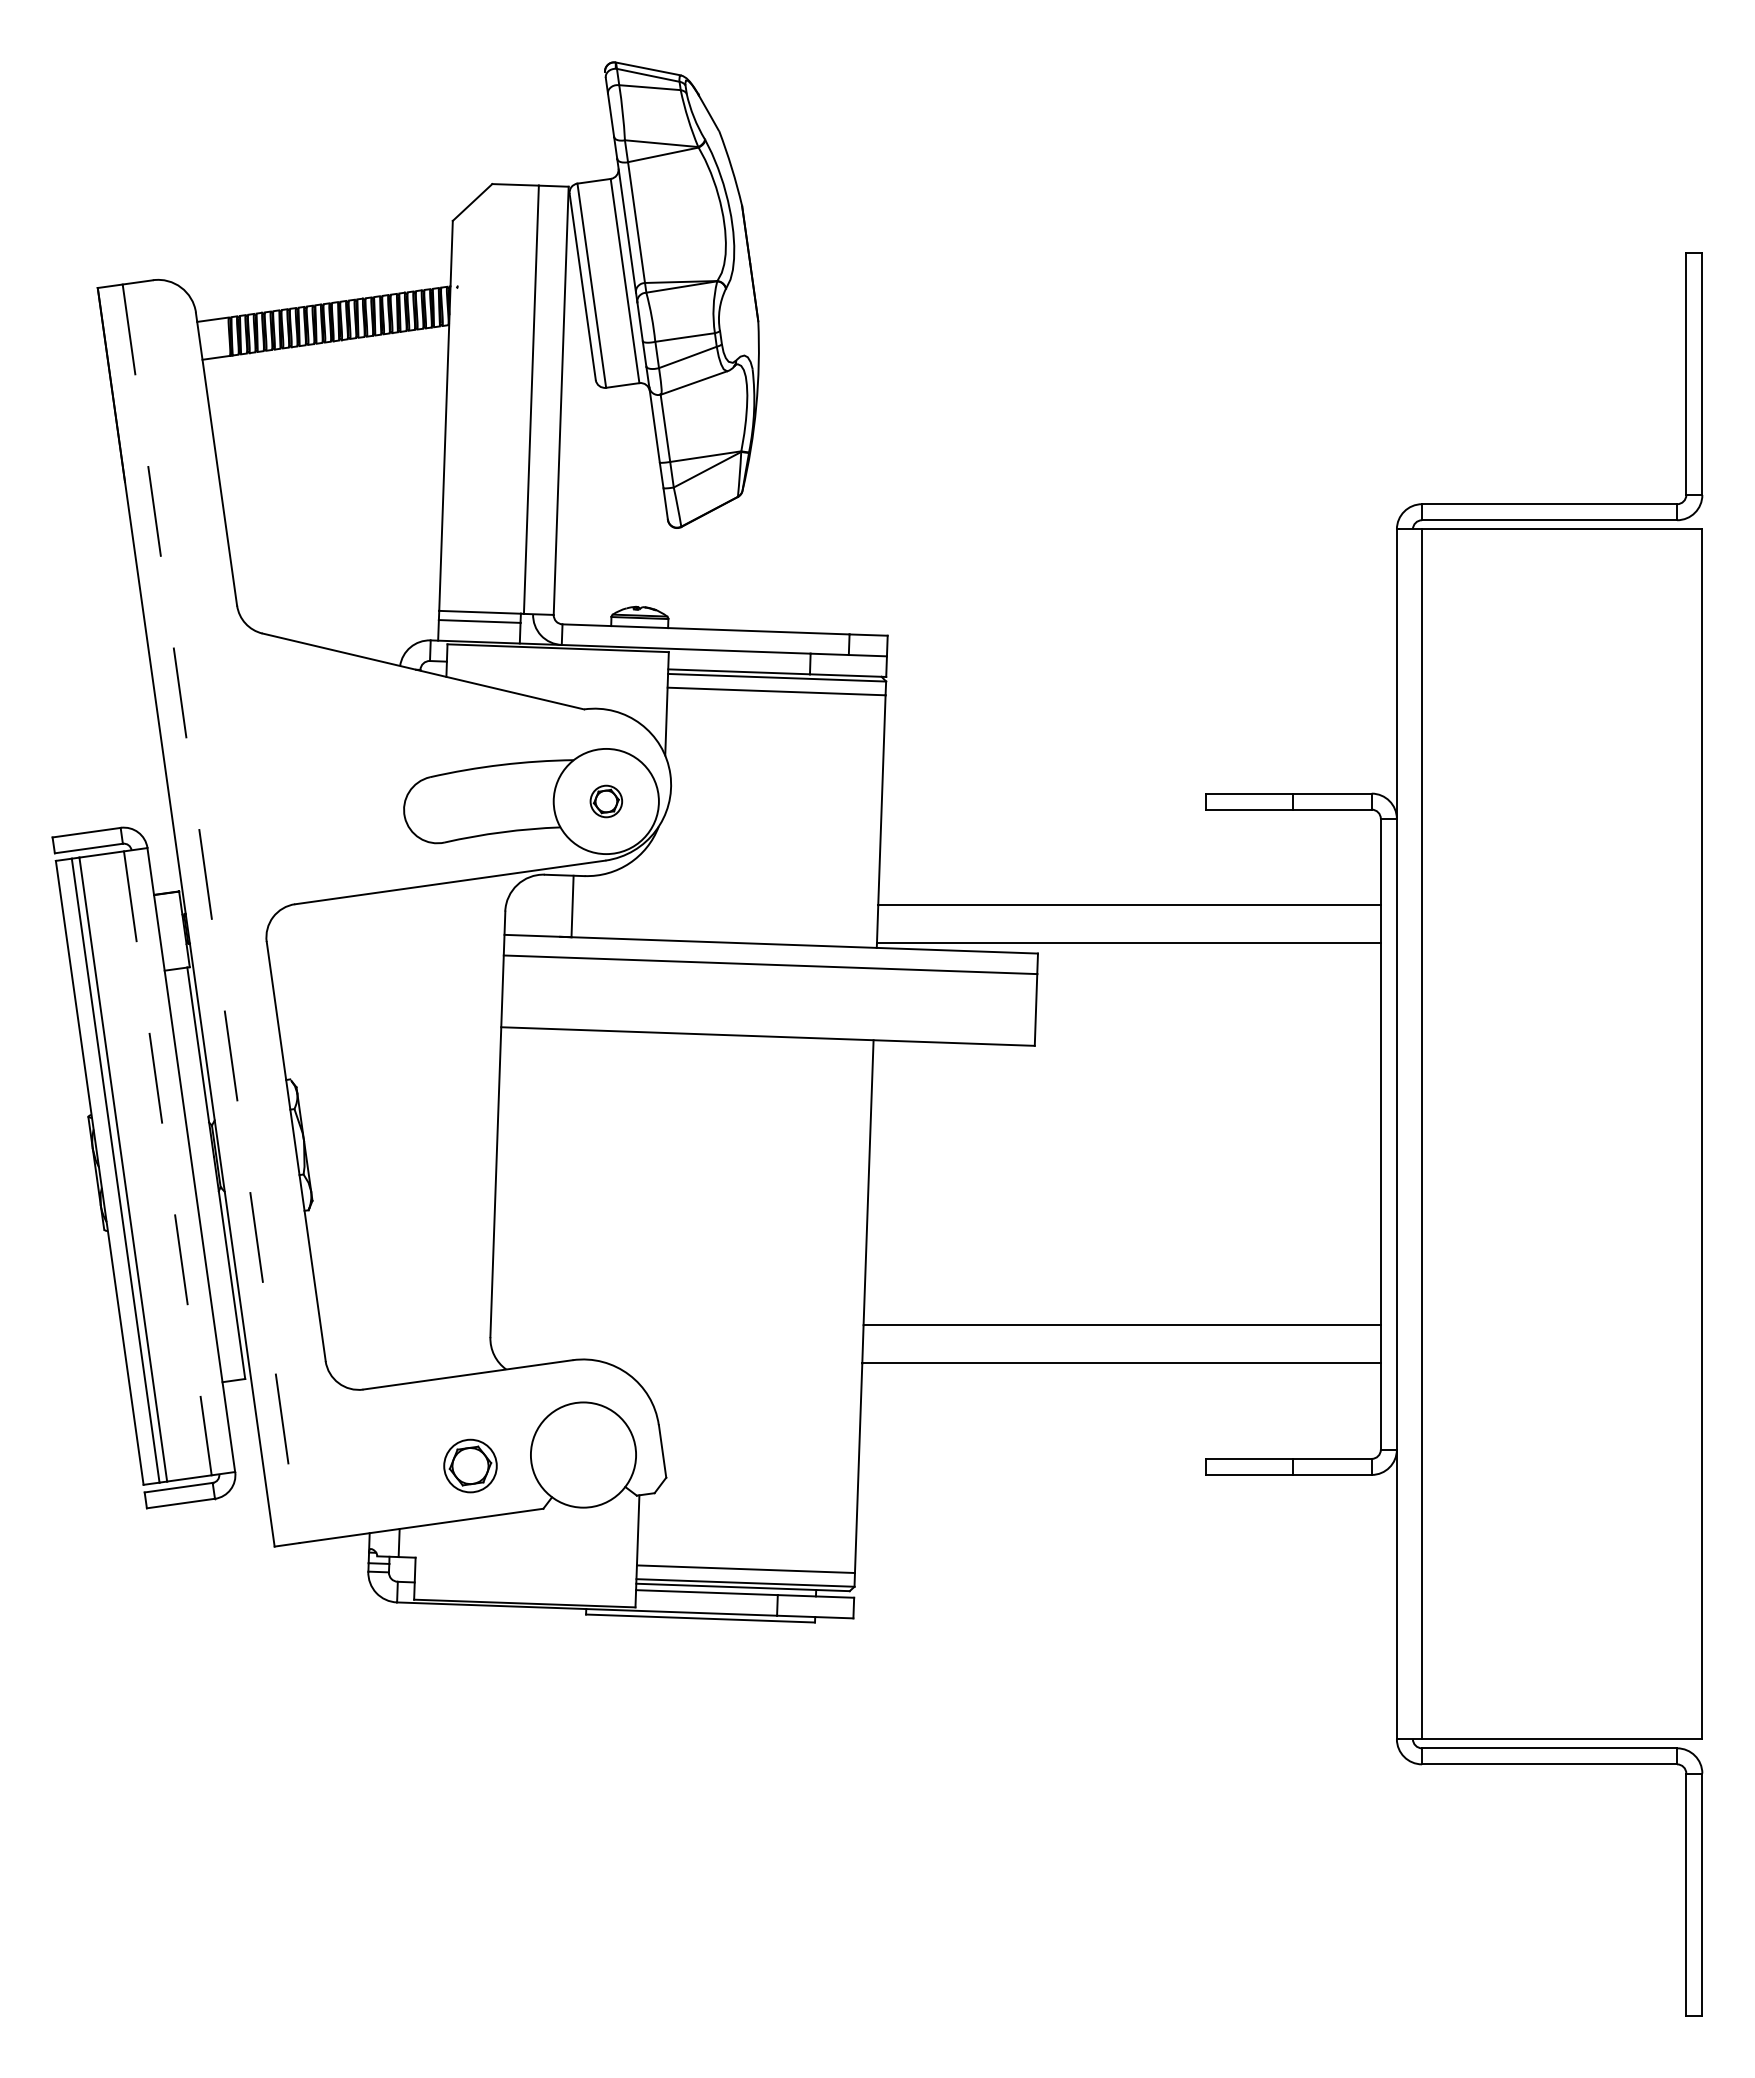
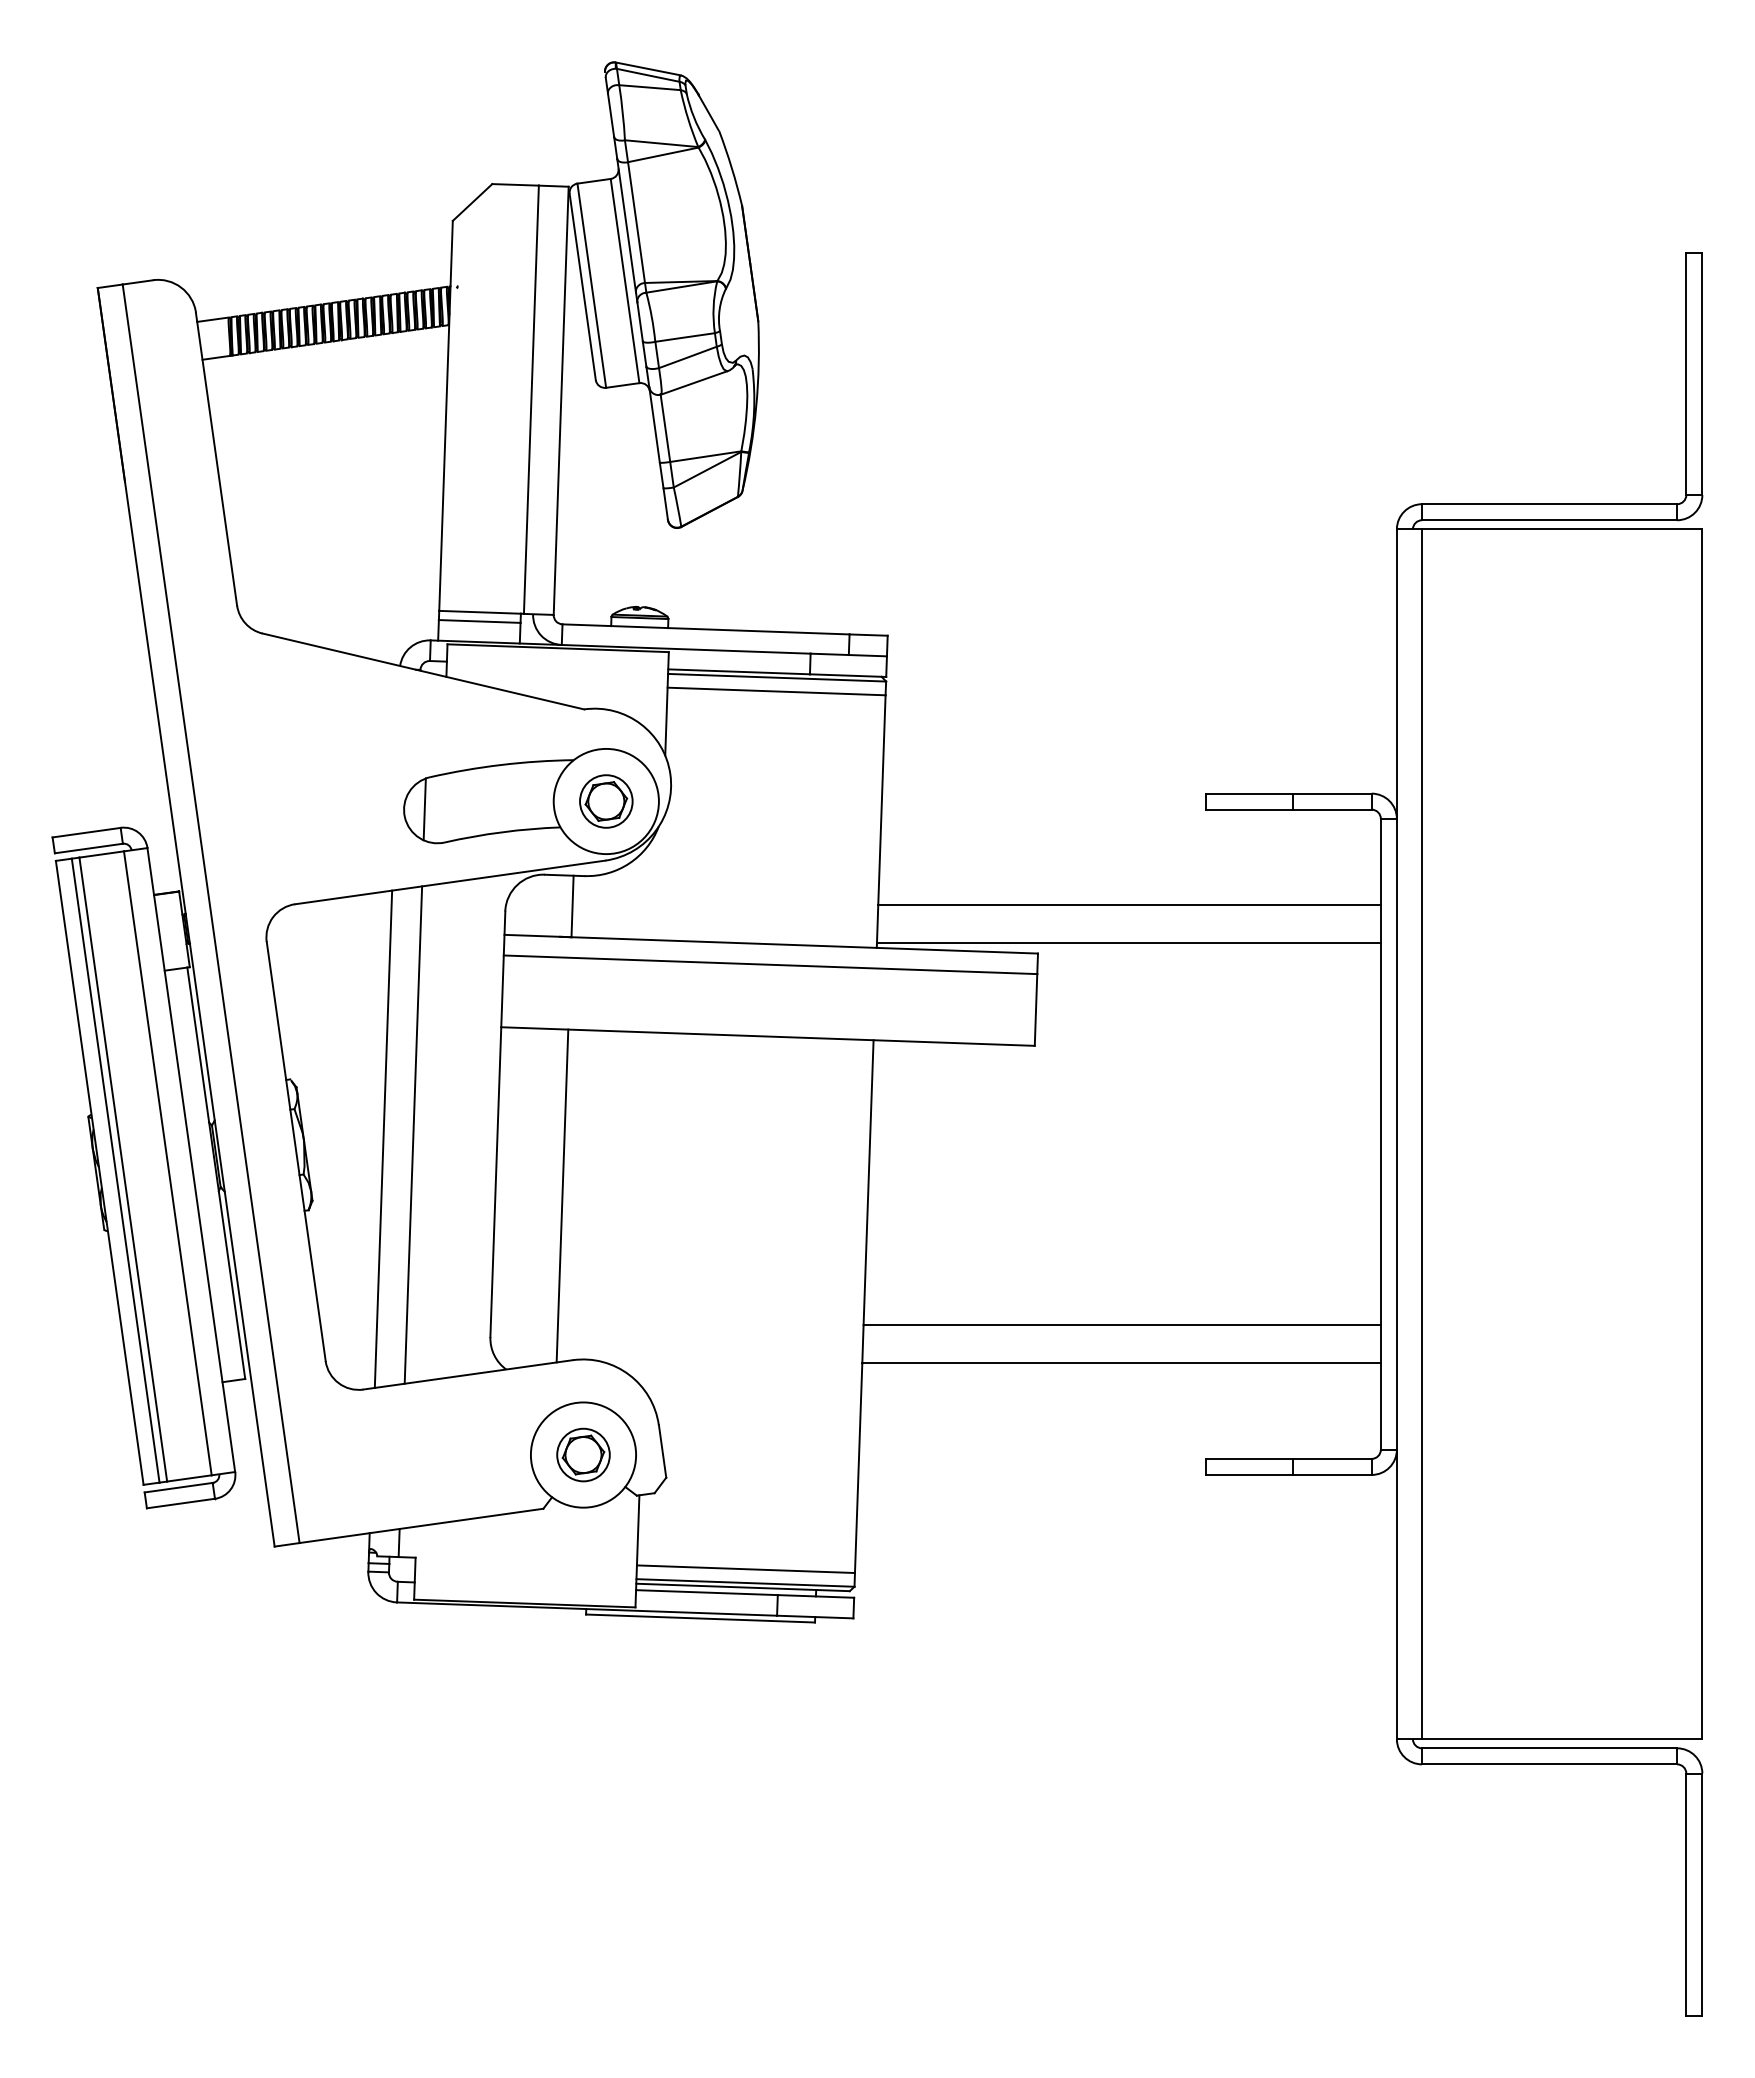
part at (606, 801) size: 35x35 px -> 55x55 px
line at (424, 809): none -> present
line at (211, 914): dashed -> solid
line at (413, 1134): none -> present
line at (383, 1138): none -> present
line at (167, 1163): dashed -> solid
line at (562, 1195): none -> present
part at (470, 1465) position: (470, 1465) -> (583, 1454)
